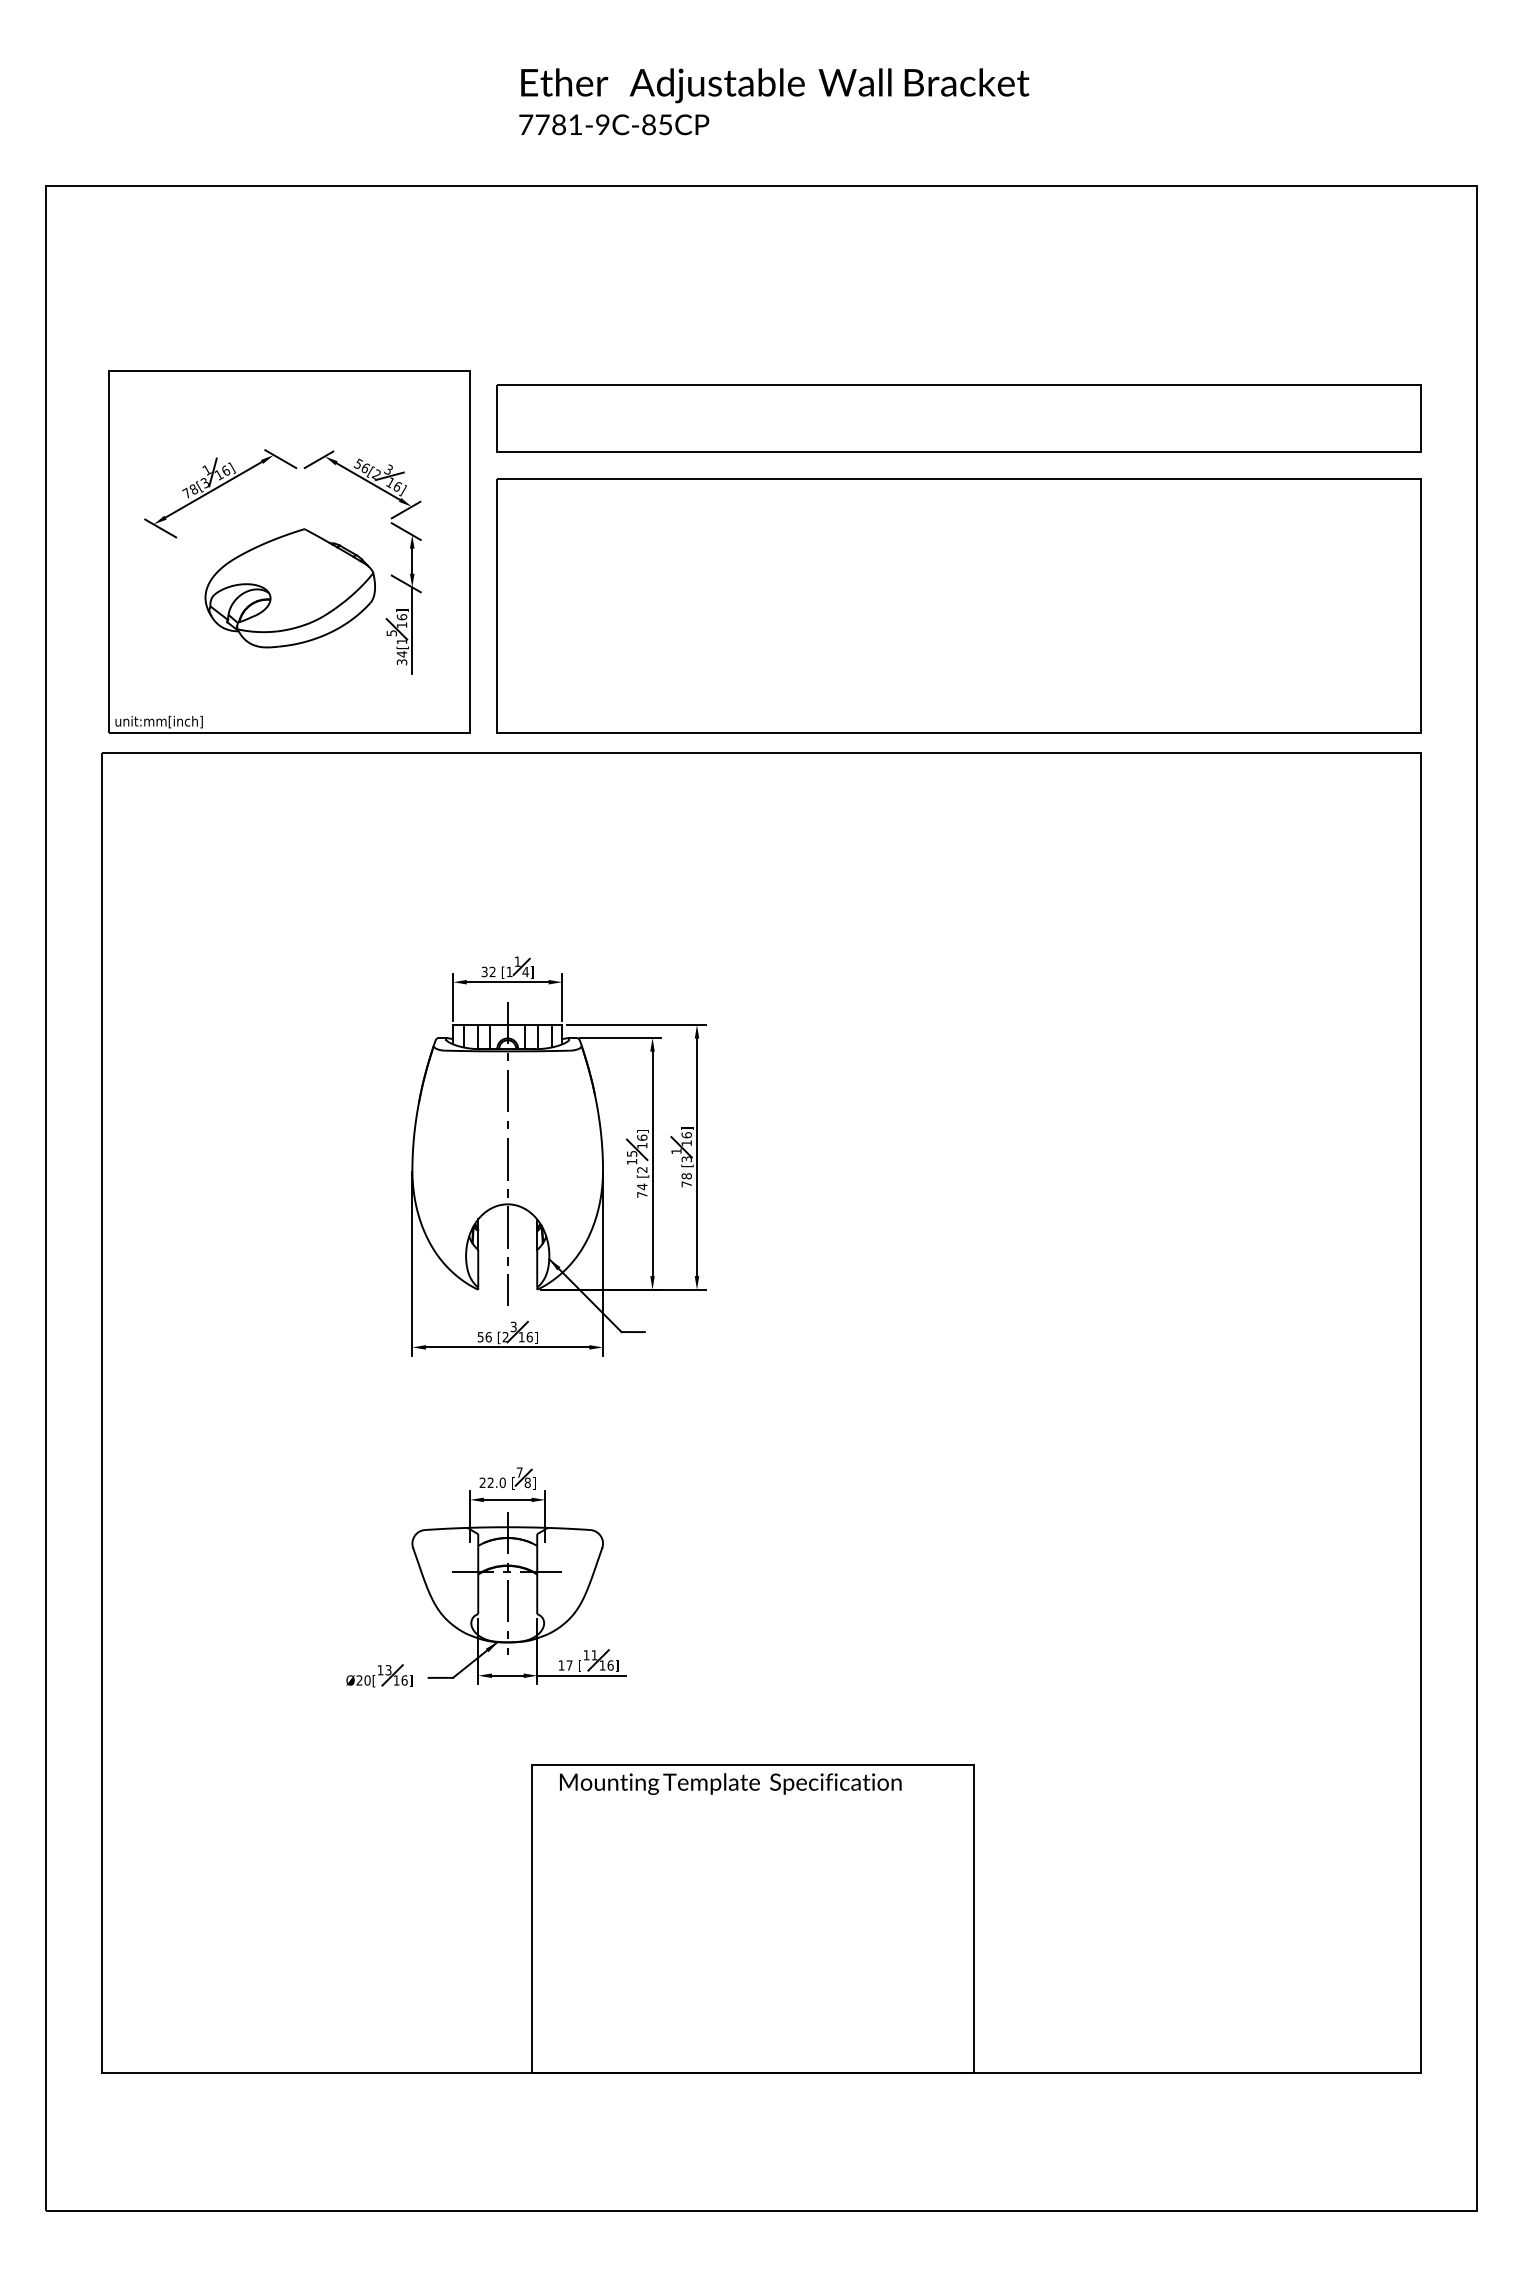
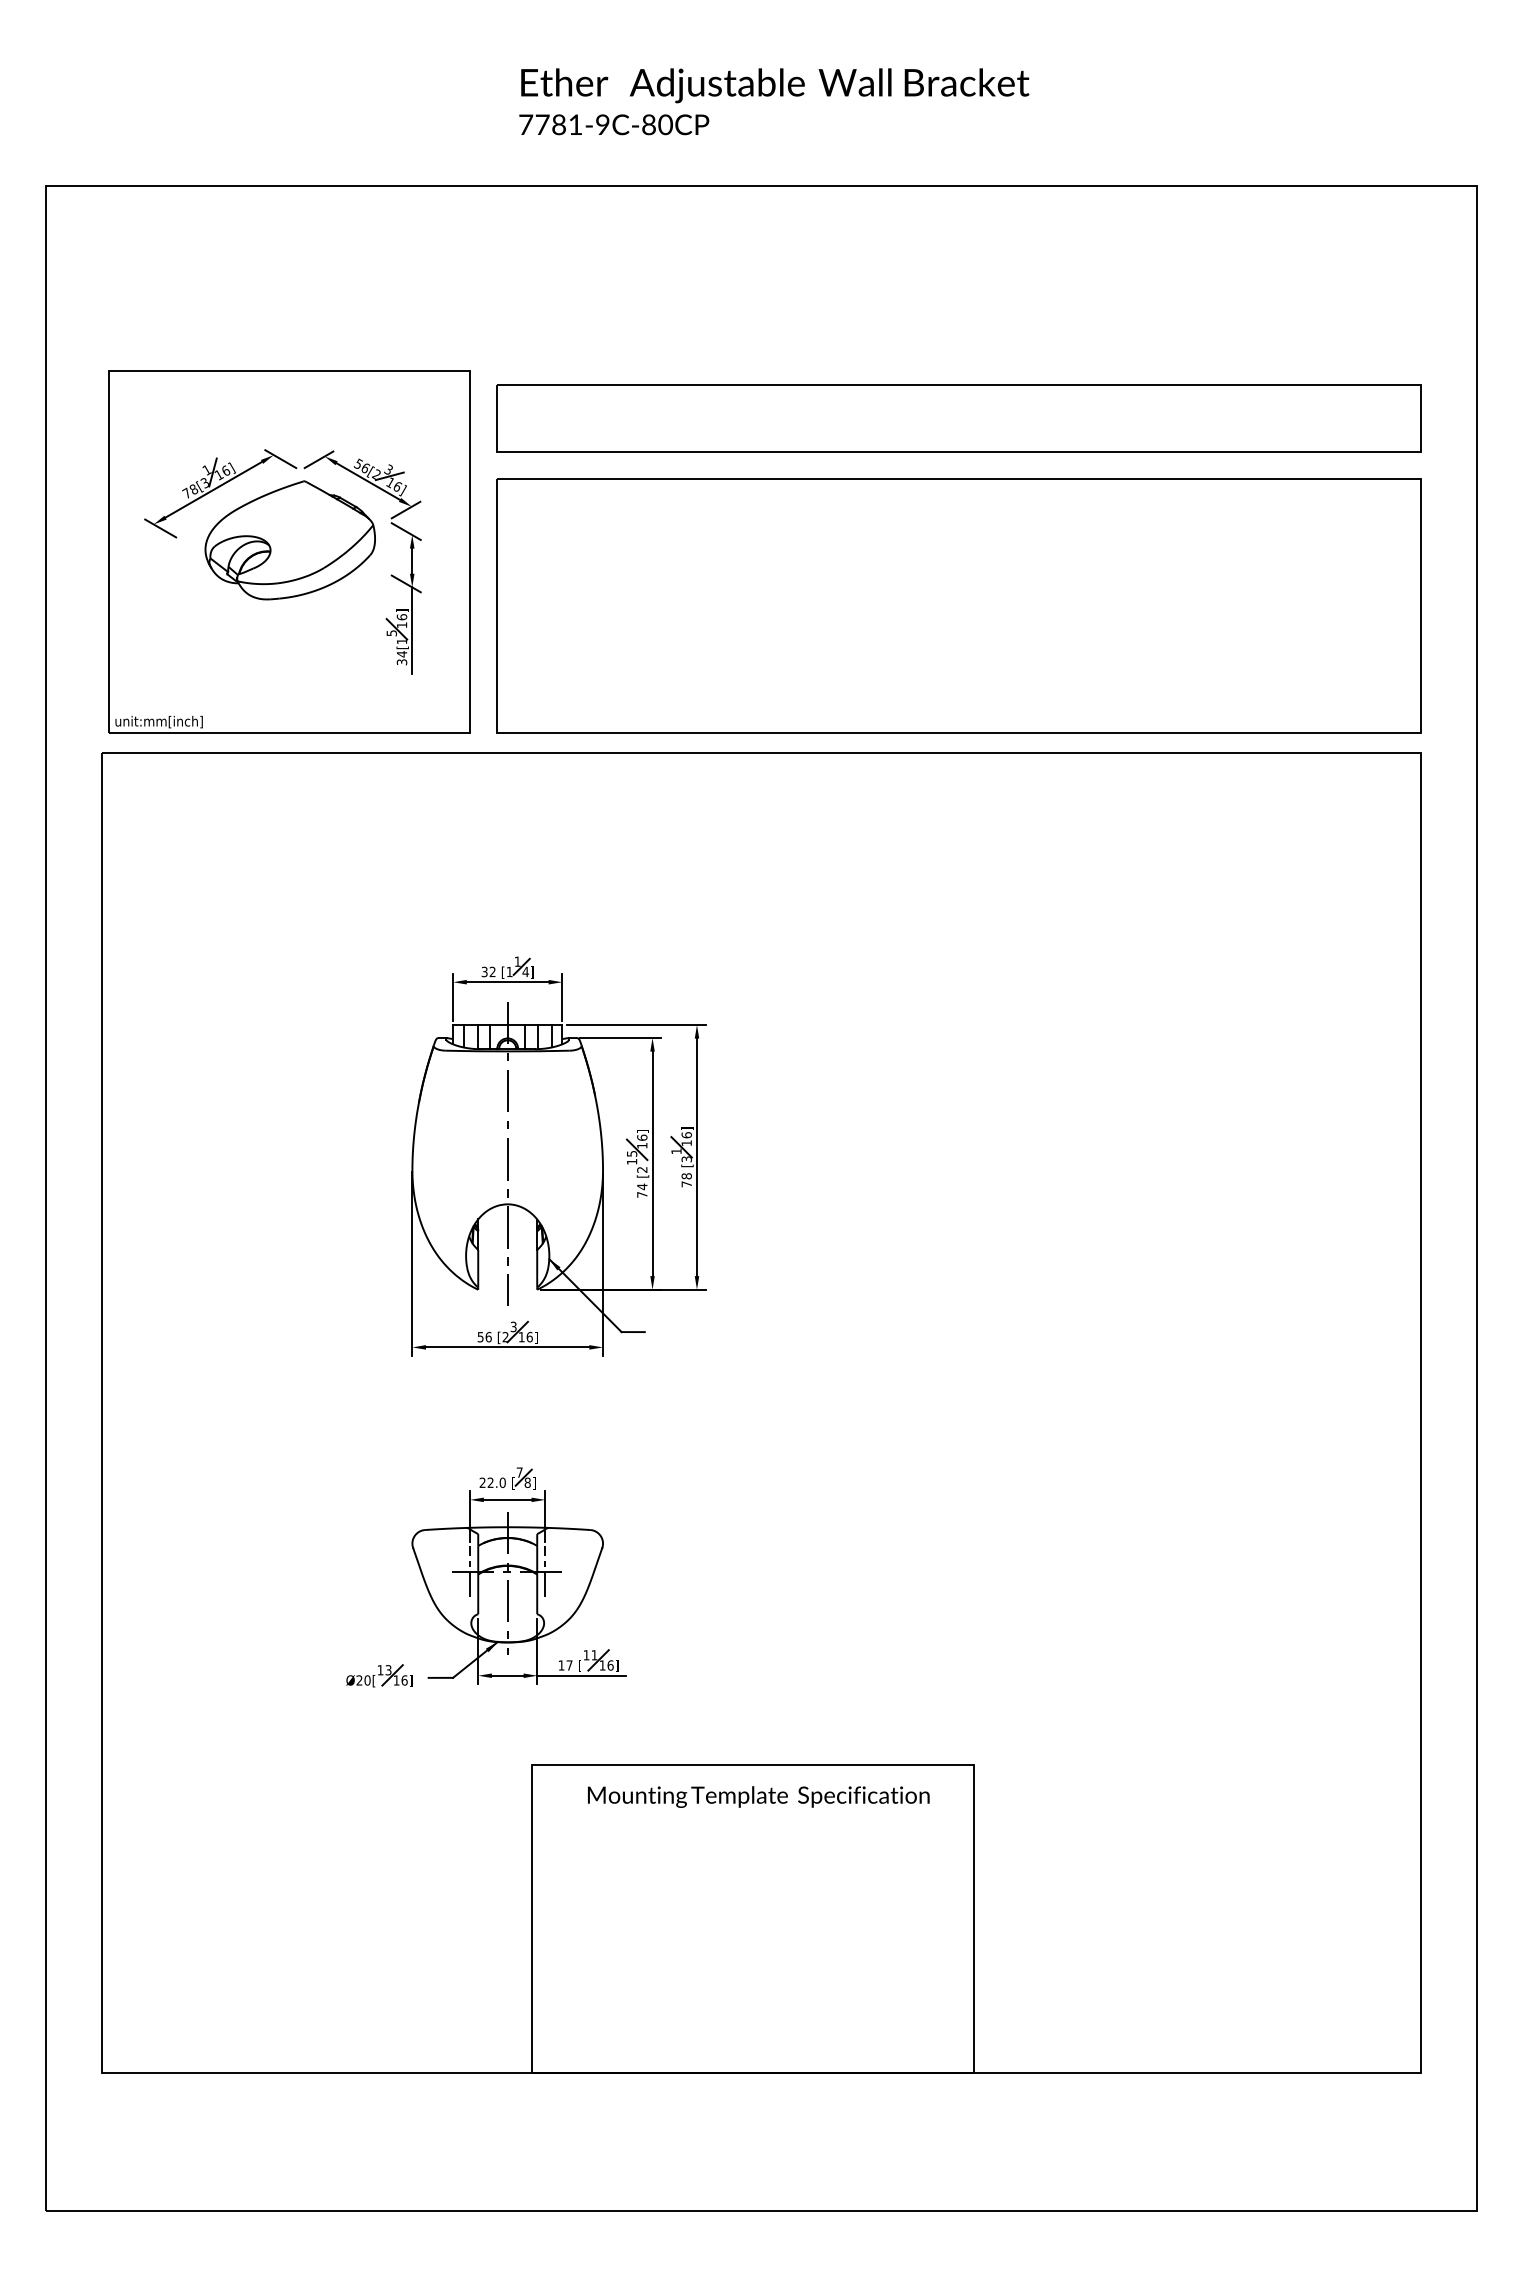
text at (665, 124): 7781-9C-85CP -> 7781-9C-80CP
part at (289, 588) position: (289, 588) -> (289, 540)
line at (470, 1571): none -> present
line at (545, 1571): none -> present
text at (730, 1783) position: (730, 1783) -> (758, 1796)
